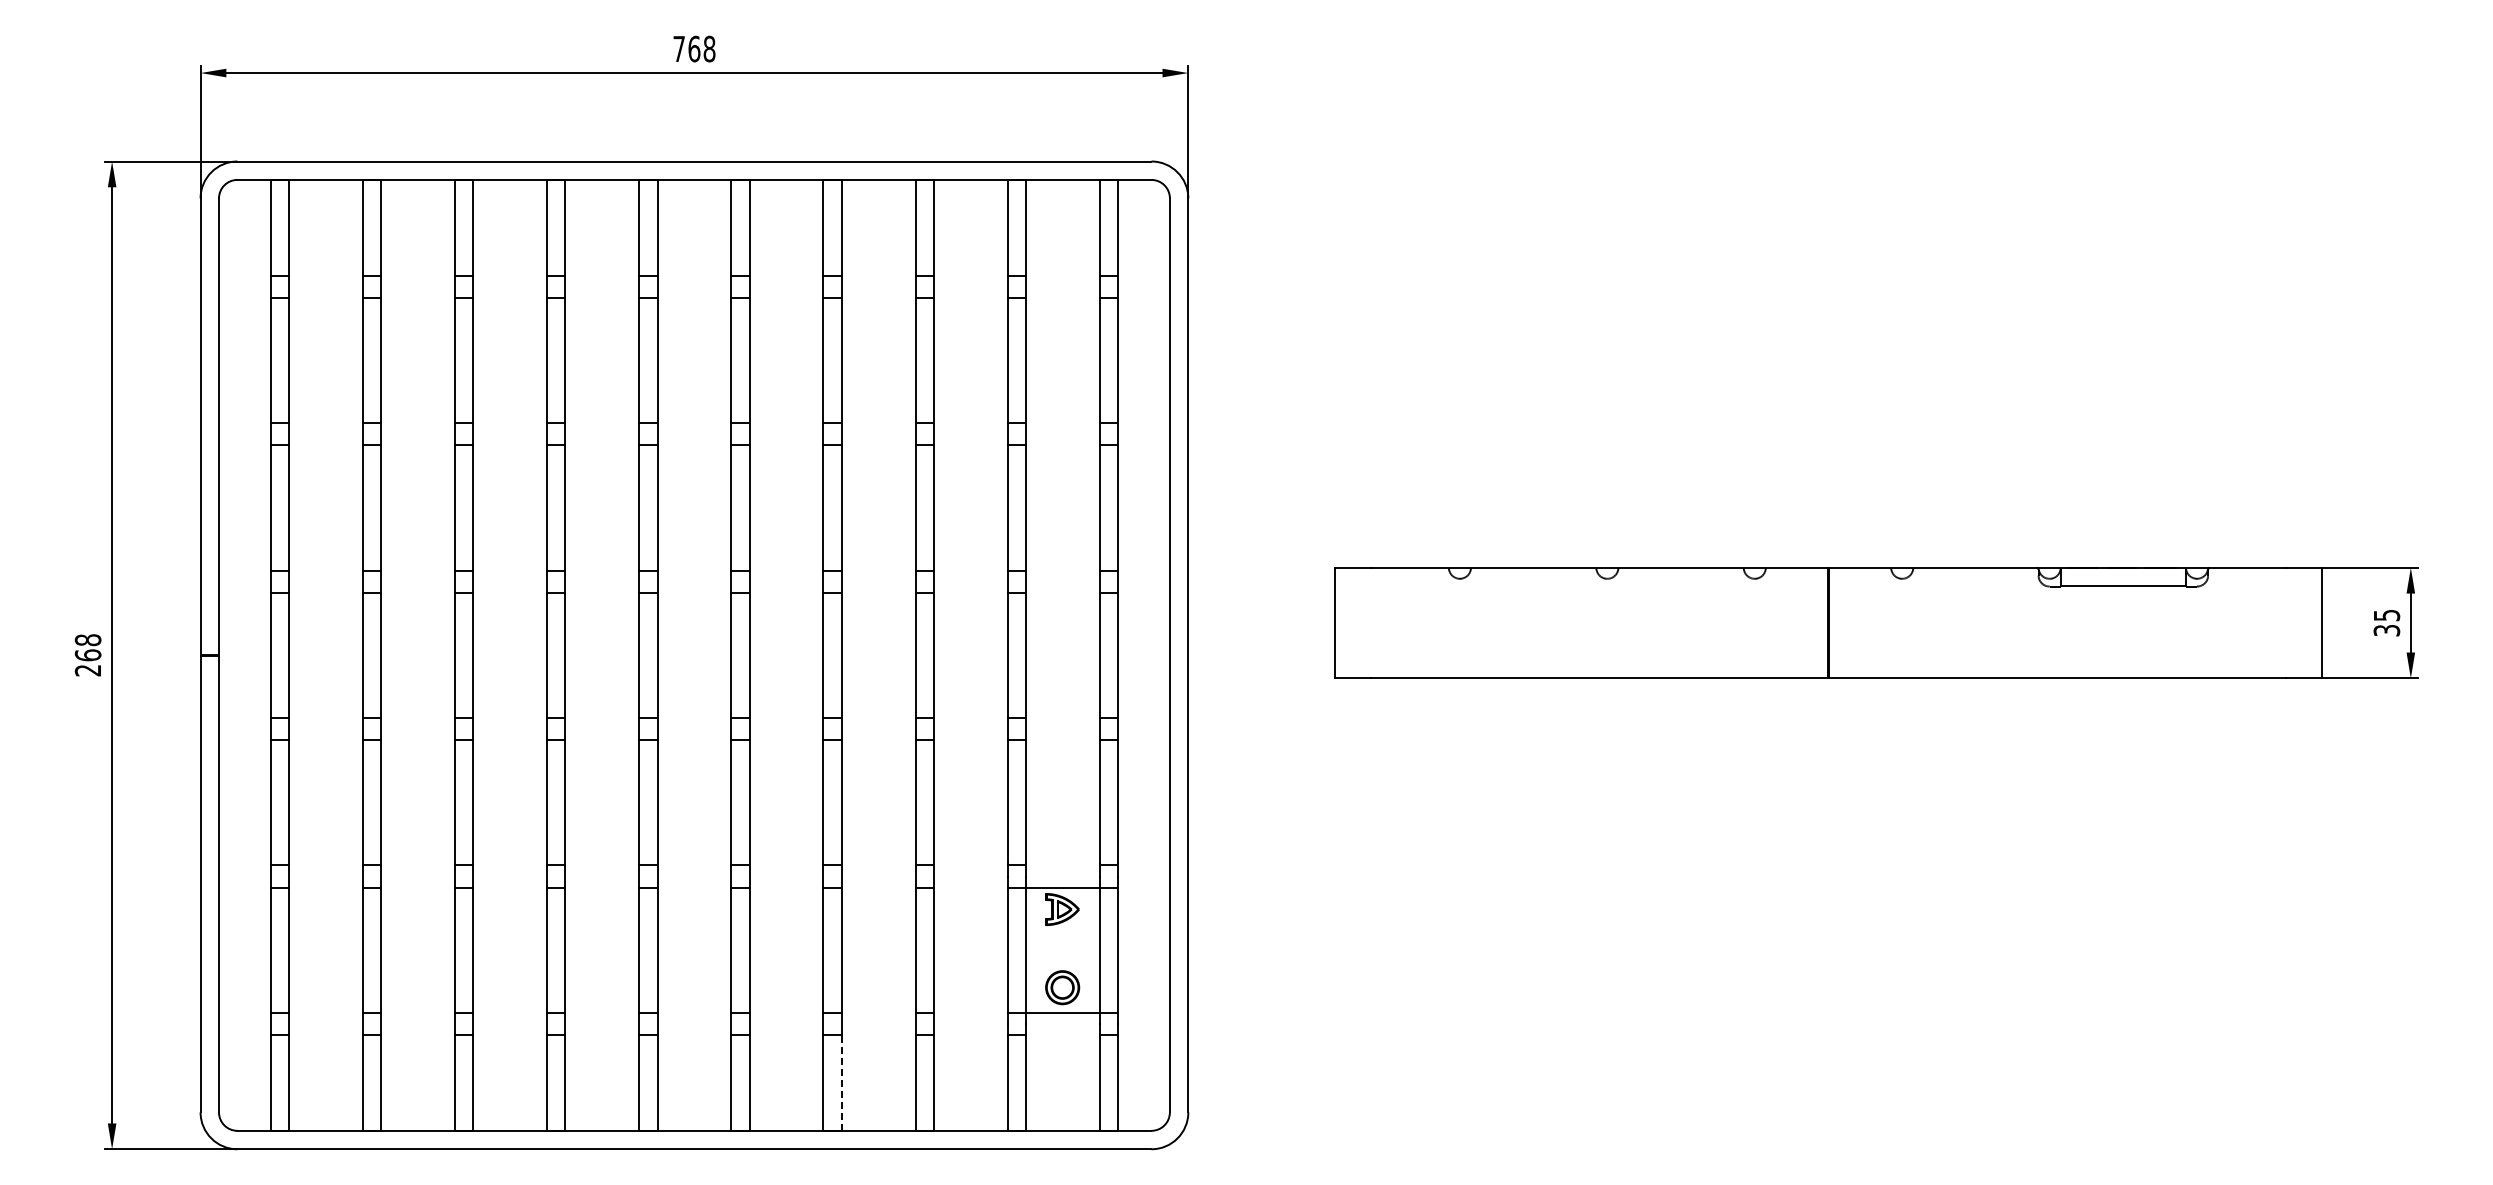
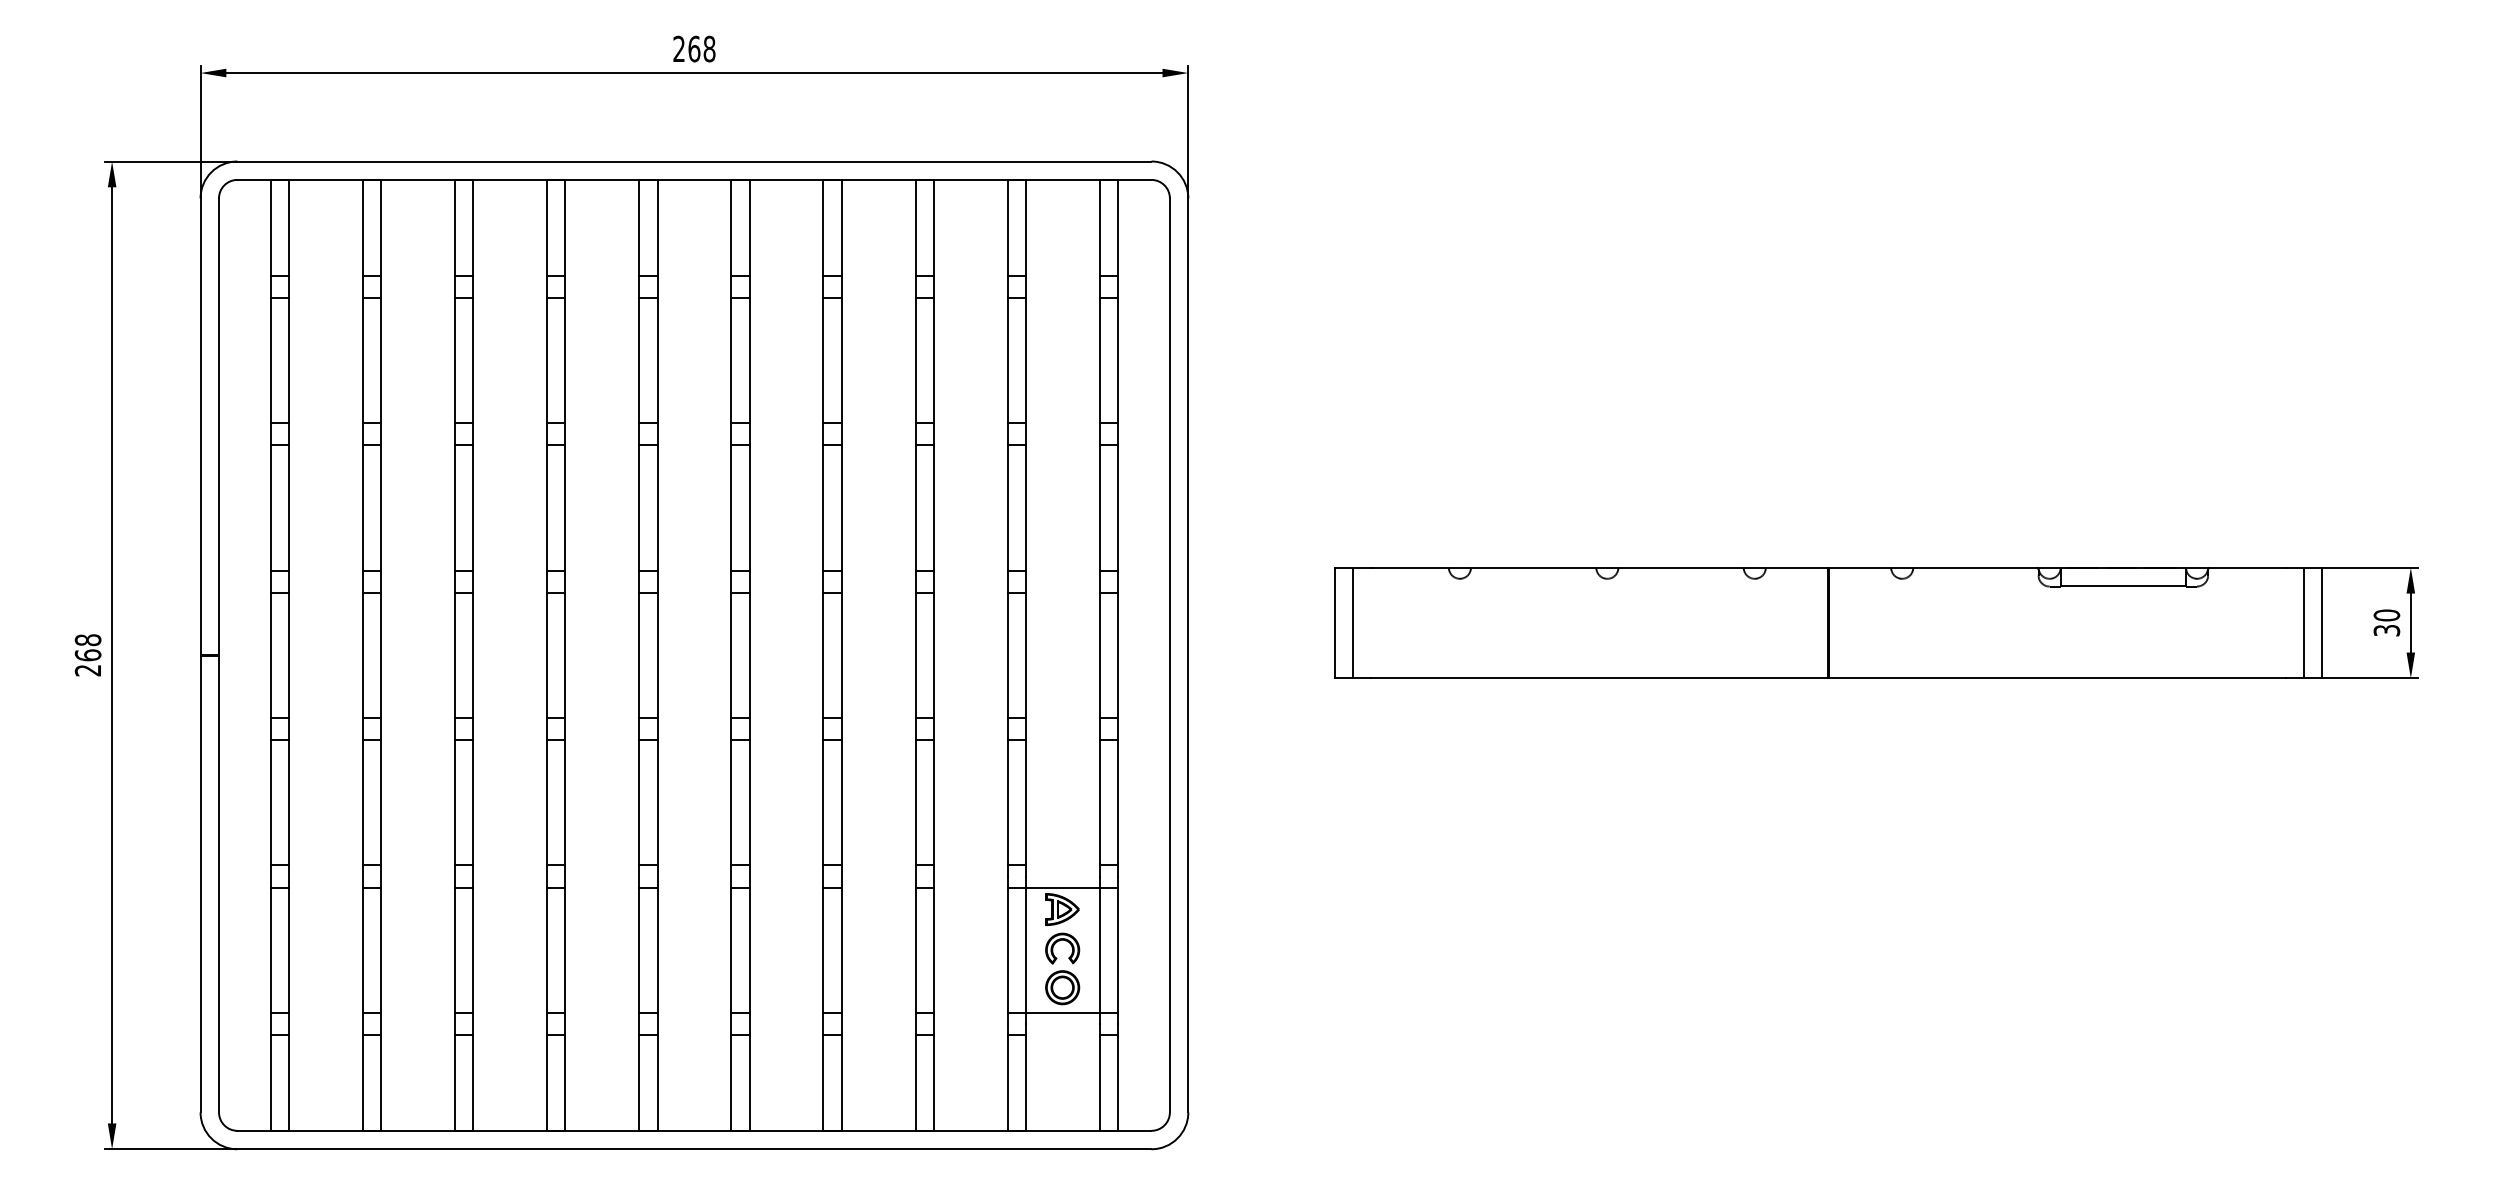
text at (678, 48): 768 -> 268
text at (2386, 615): 35 -> 30
line at (1353, 622): none -> present
line at (2303, 622): none -> present
part at (1059, 941): none -> present
line at (841, 1082): dashed -> solid
